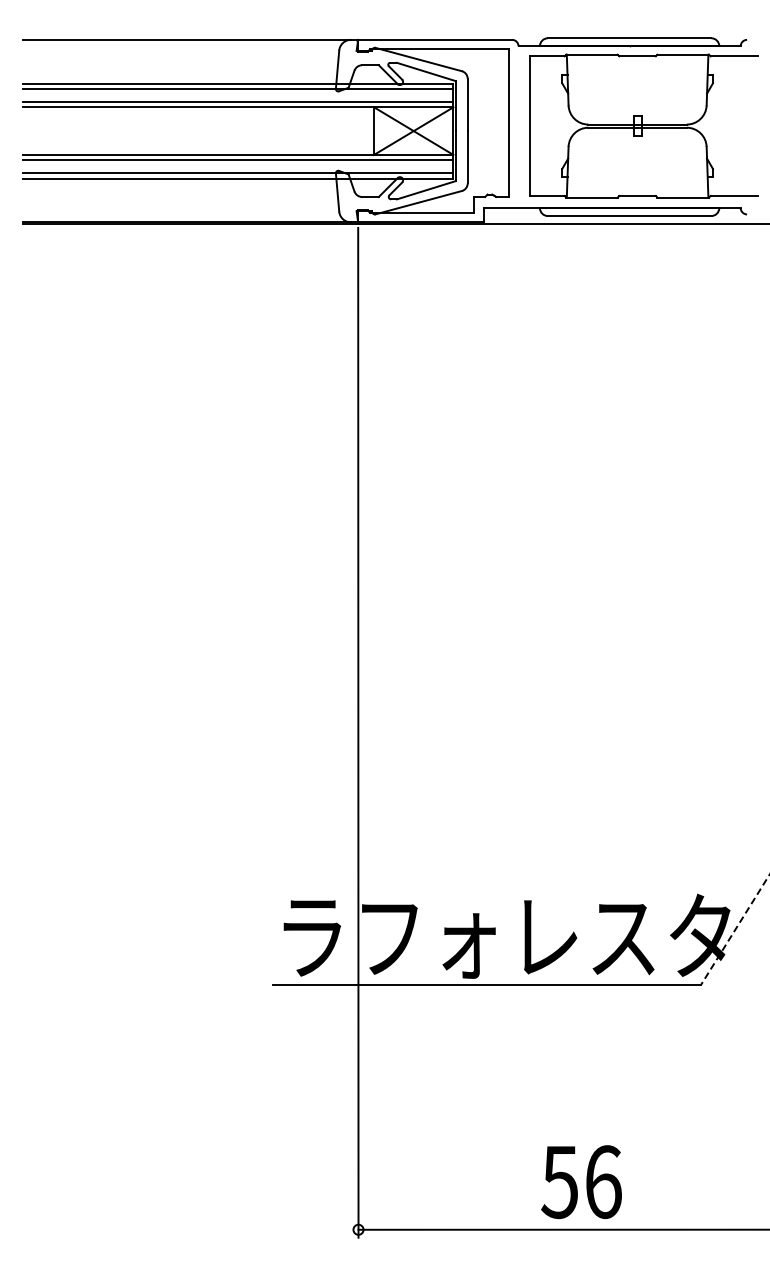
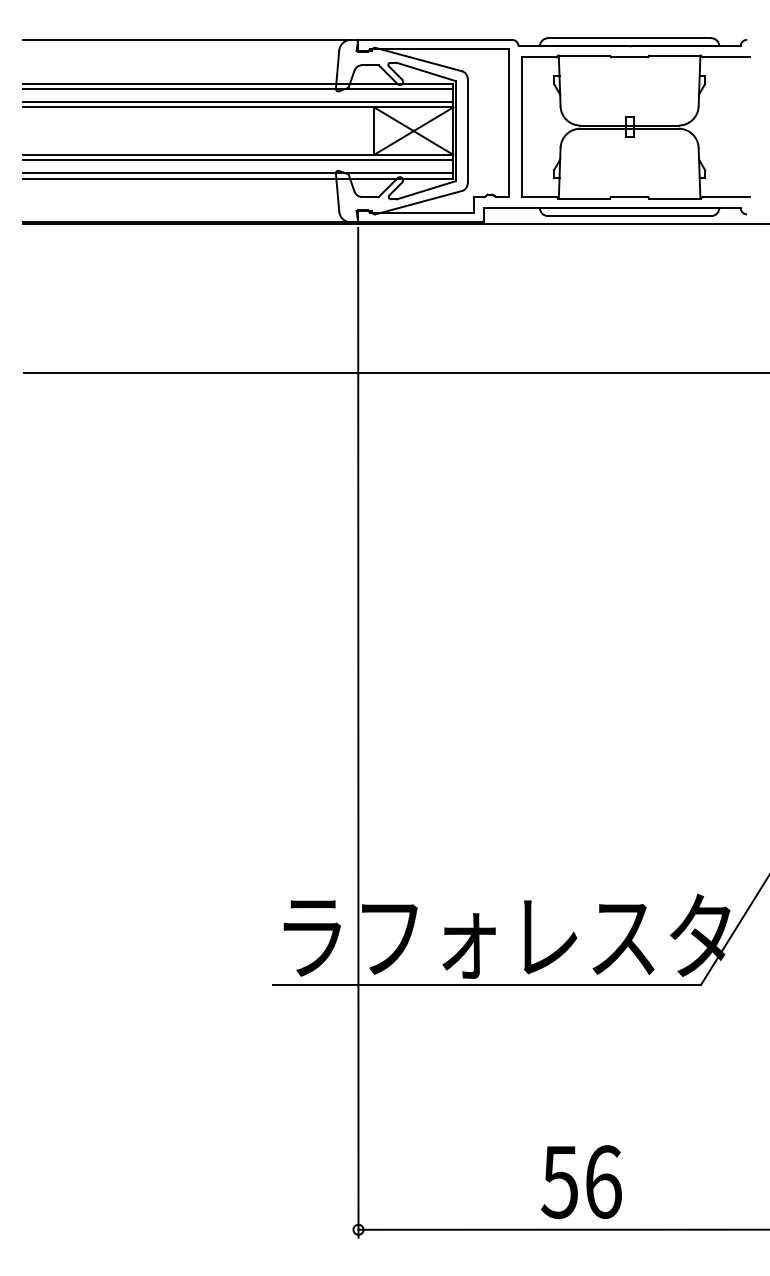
part at (643, 125) position: (643, 125) -> (635, 126)
line at (394, 373): none -> present
line at (735, 929): dashed -> solid
